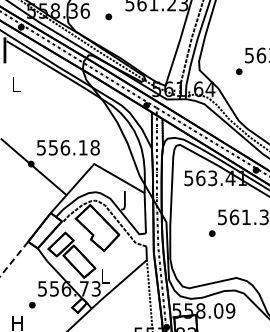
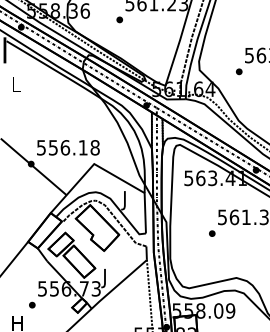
part at (108, 16) position: (108, 16) -> (119, 19)
line at (14, 258): dashed -> solid
text at (105, 278): L -> J
